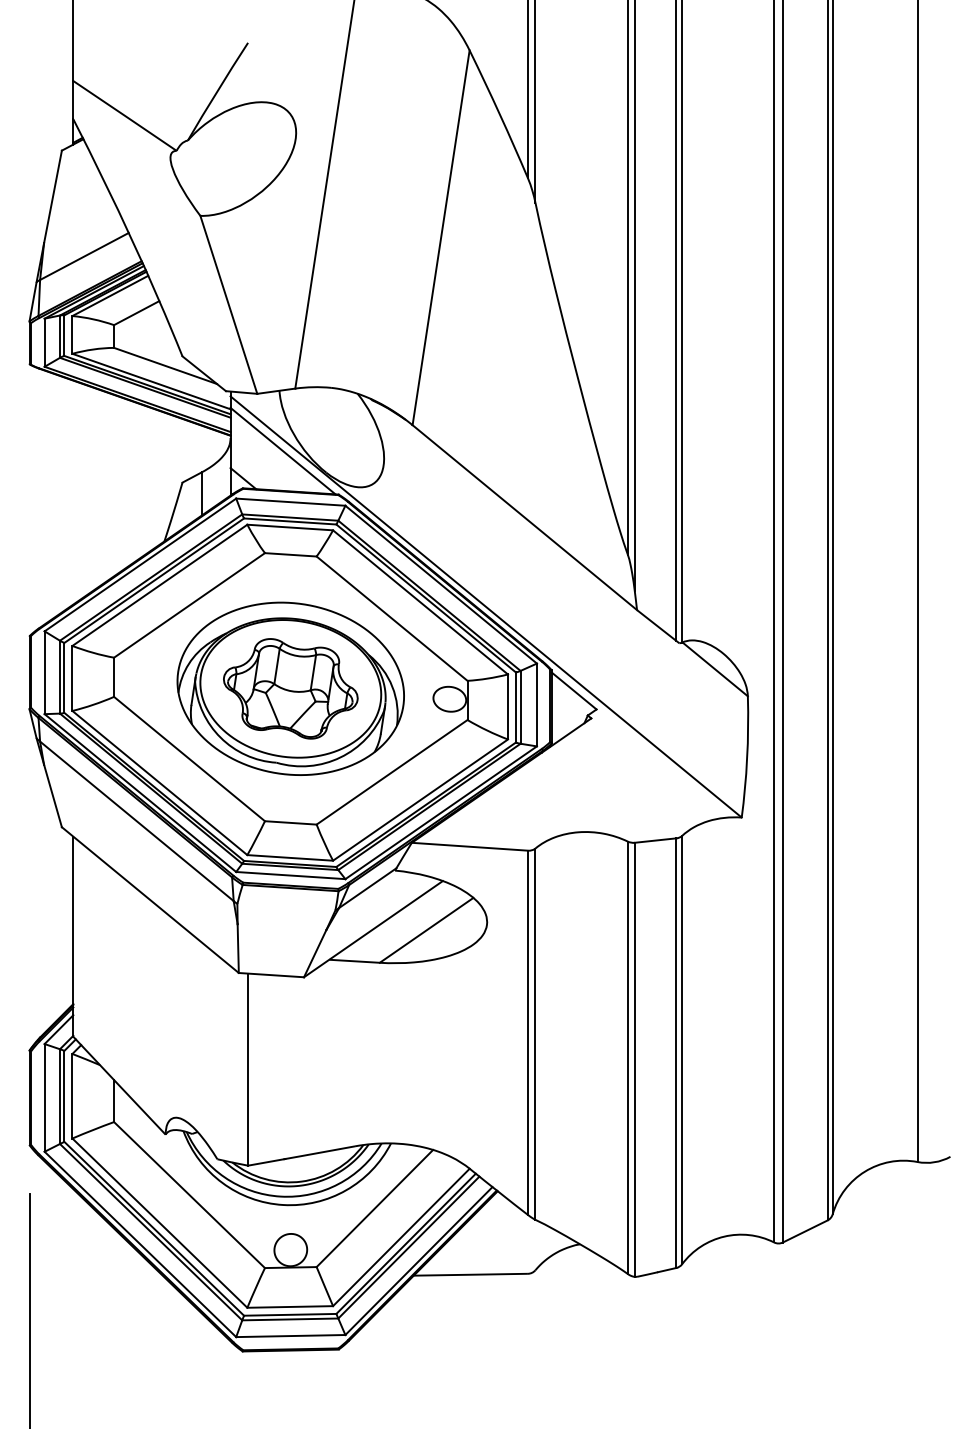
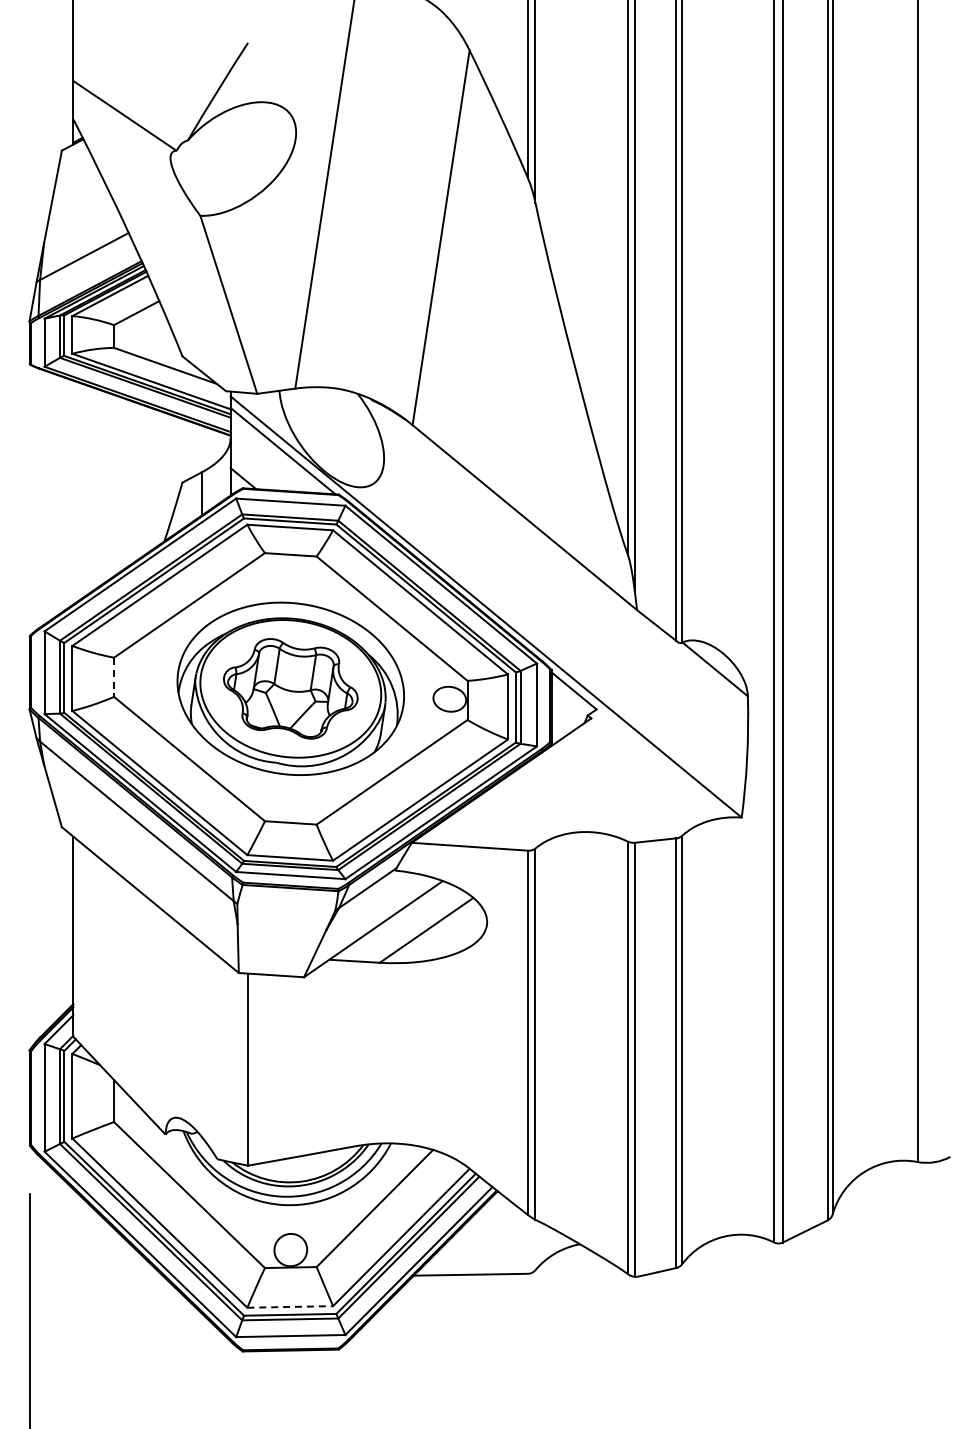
line at (114, 677): solid -> dashed
line at (290, 1306): solid -> dashed
